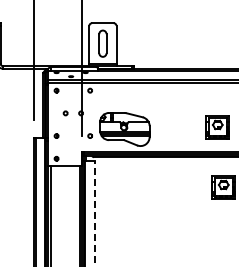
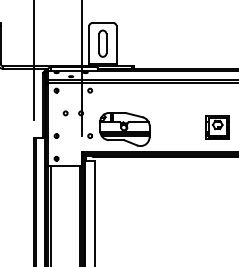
part at (223, 187): present -> none
line at (94, 213): dashed -> solid
